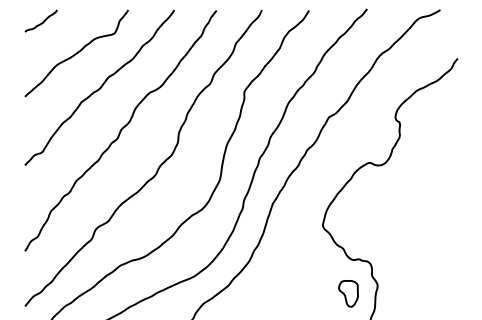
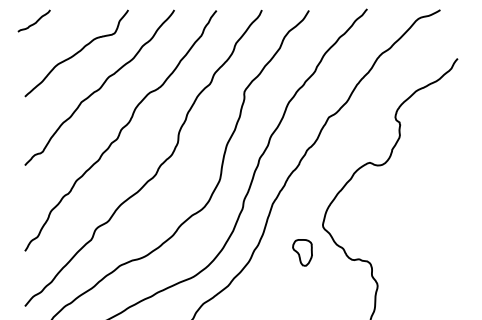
curve at (42, 21) position: (42, 21) -> (35, 21)
part at (348, 293) position: (348, 293) -> (302, 252)
